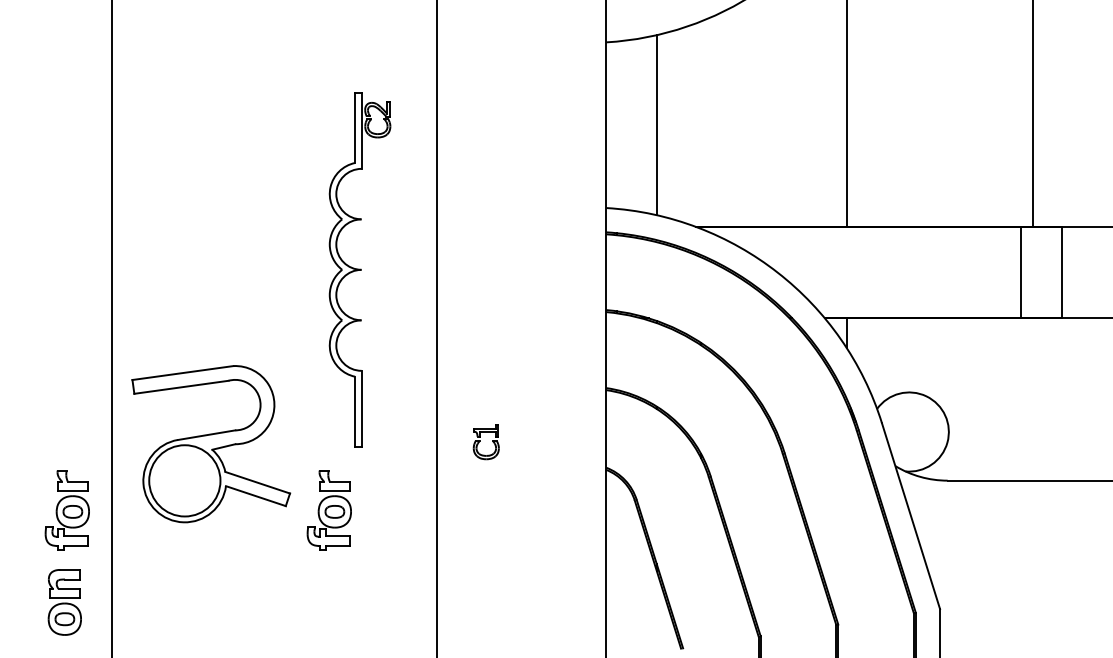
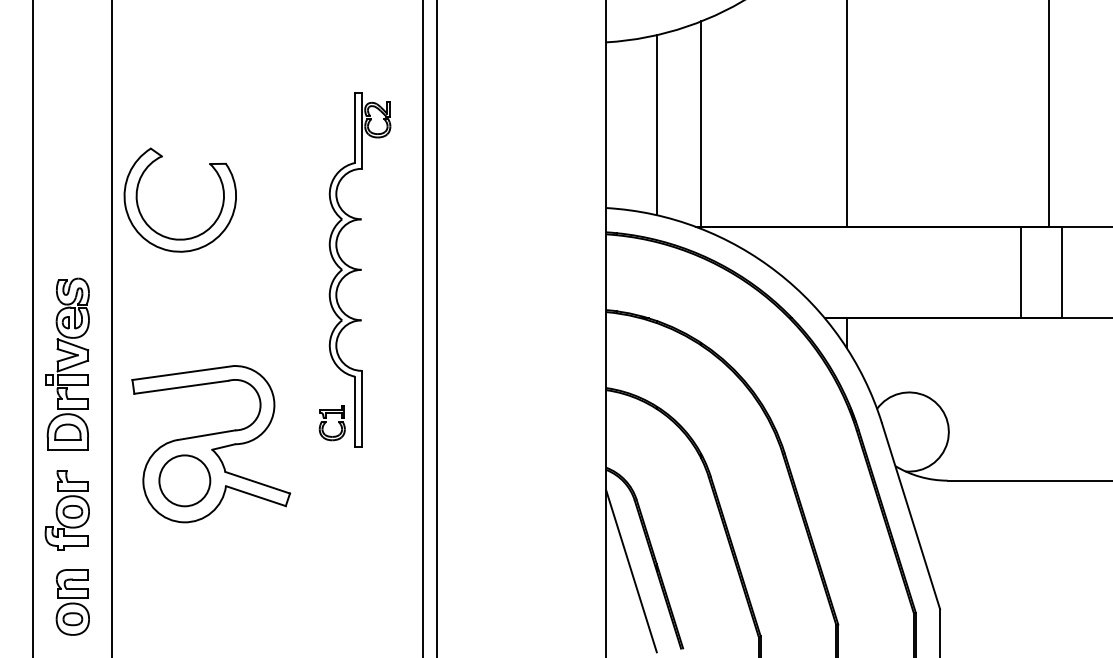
line at (1032, 114) position: (1032, 114) -> (1048, 114)
line at (701, 124): none -> present
part at (171, 237): none -> present
line at (33, 328): none -> present
line at (422, 328): none -> present
part at (67, 363): none -> present
part at (485, 442) position: (485, 442) -> (331, 423)
circle at (184, 480) diameter: 71 px -> 51 px
part at (328, 510): present -> none
line at (631, 571): none -> present
part at (64, 602) position: (64, 602) -> (72, 602)
